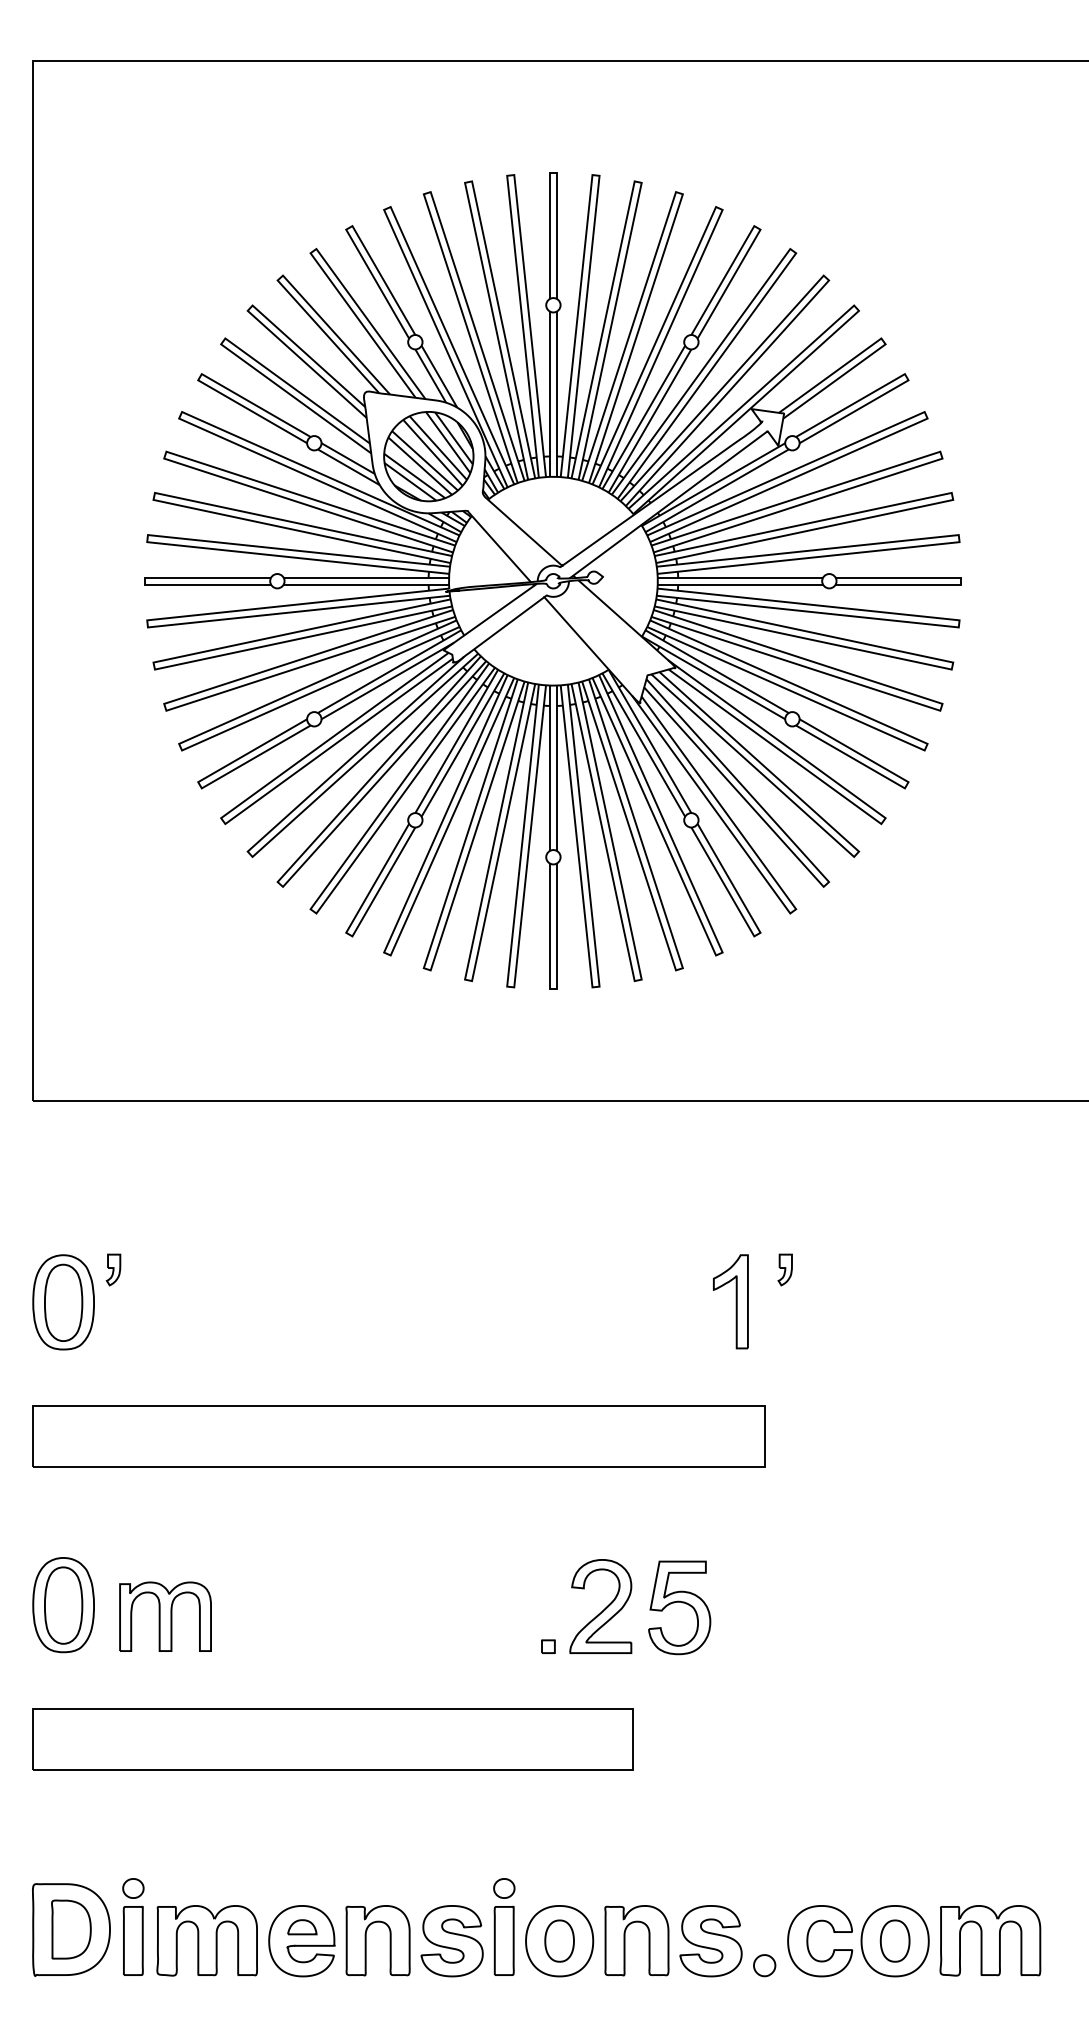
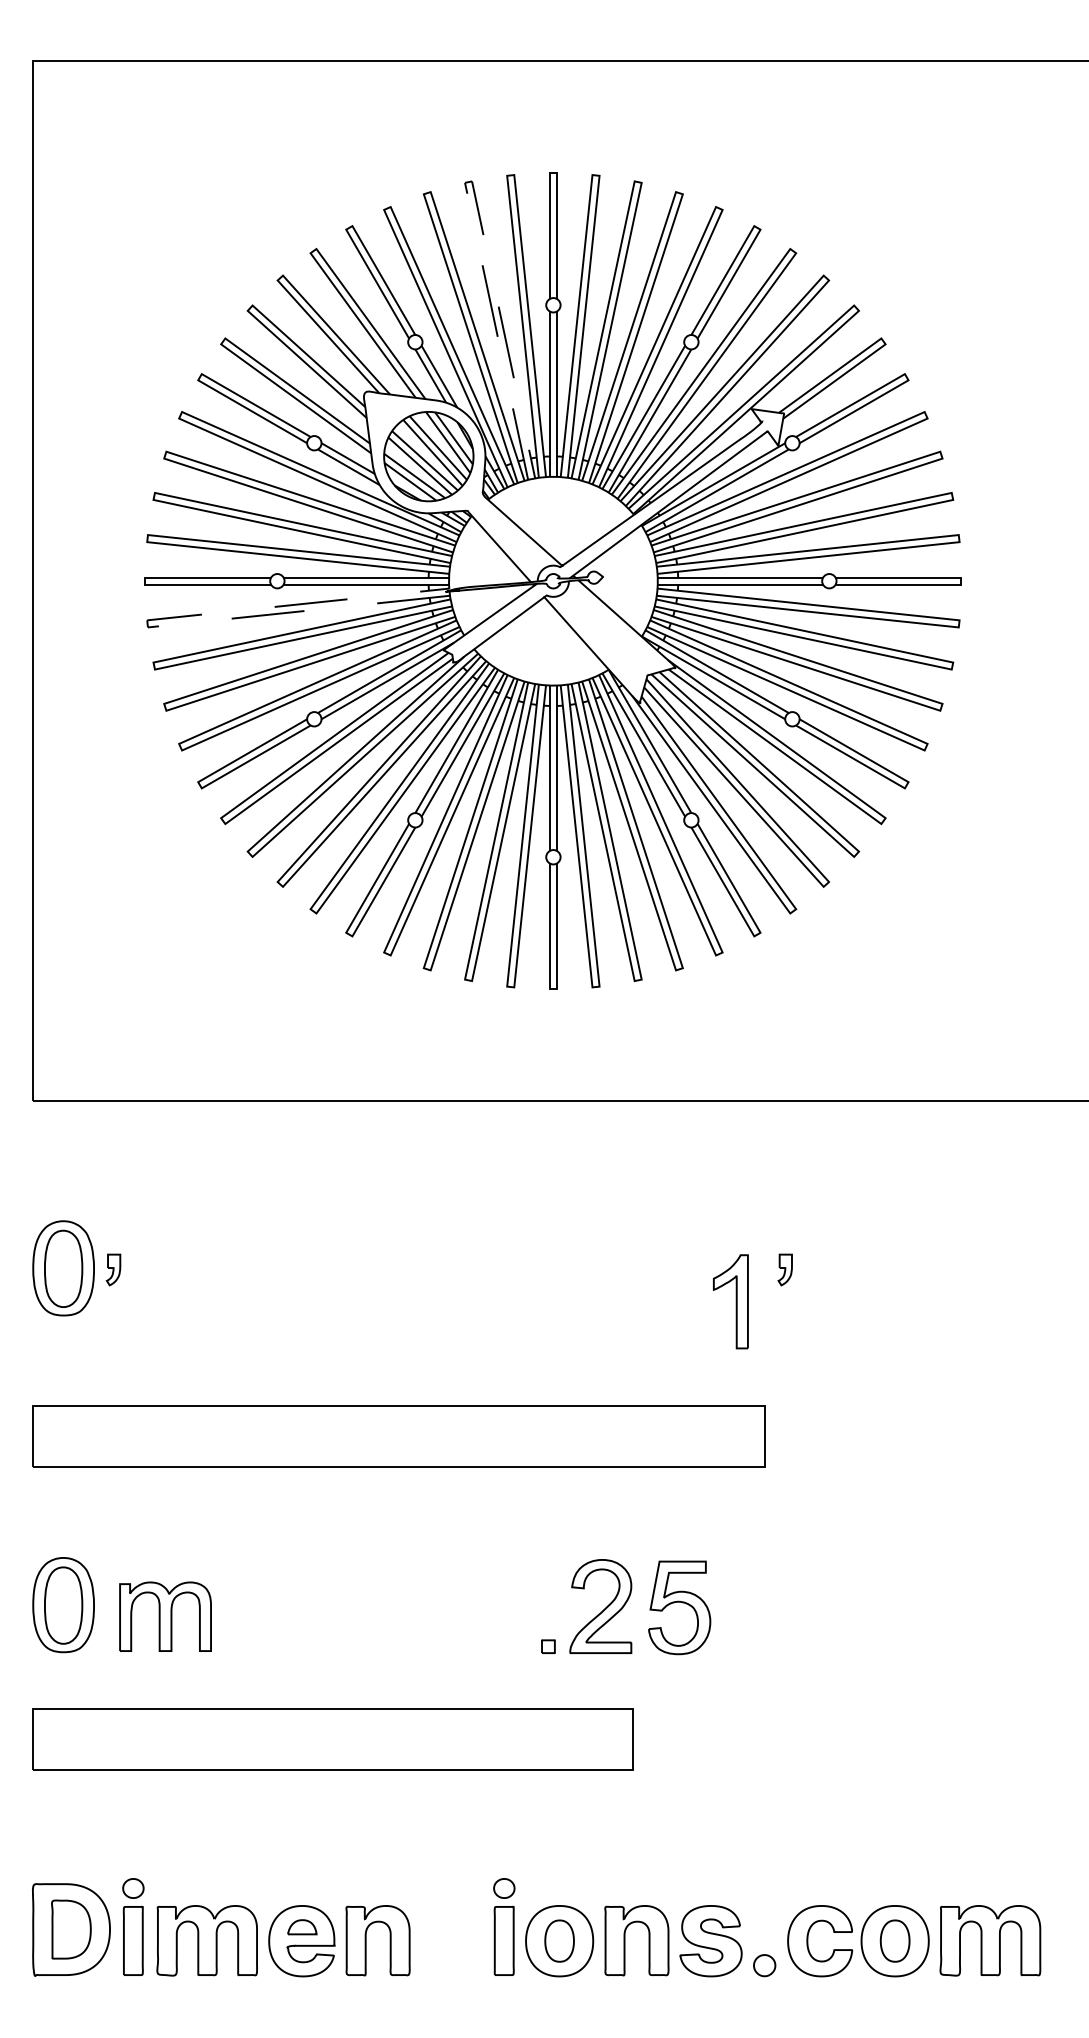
line at (468, 182): solid -> dashed
line at (147, 623): solid -> dashed
part at (63, 1302) position: (63, 1302) -> (63, 1268)
part at (451, 1941): present -> none
